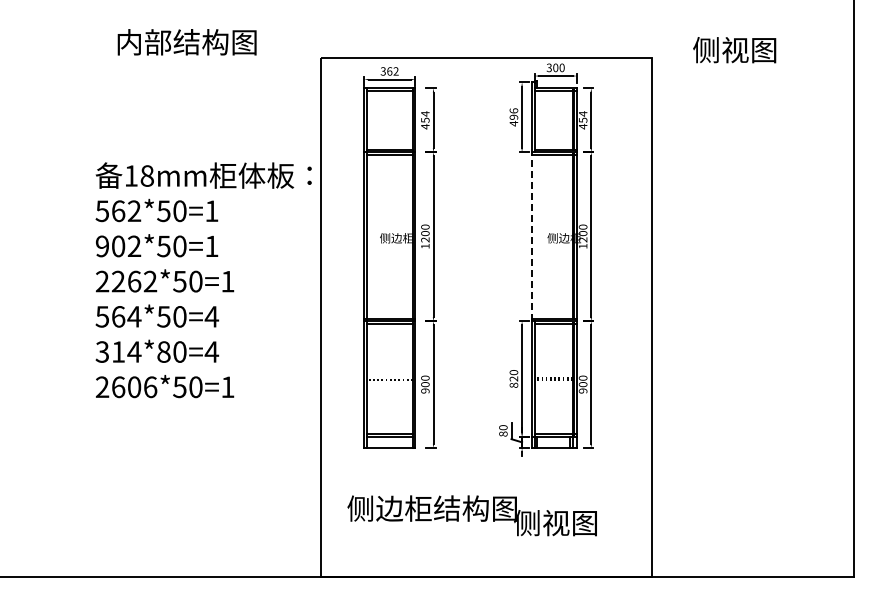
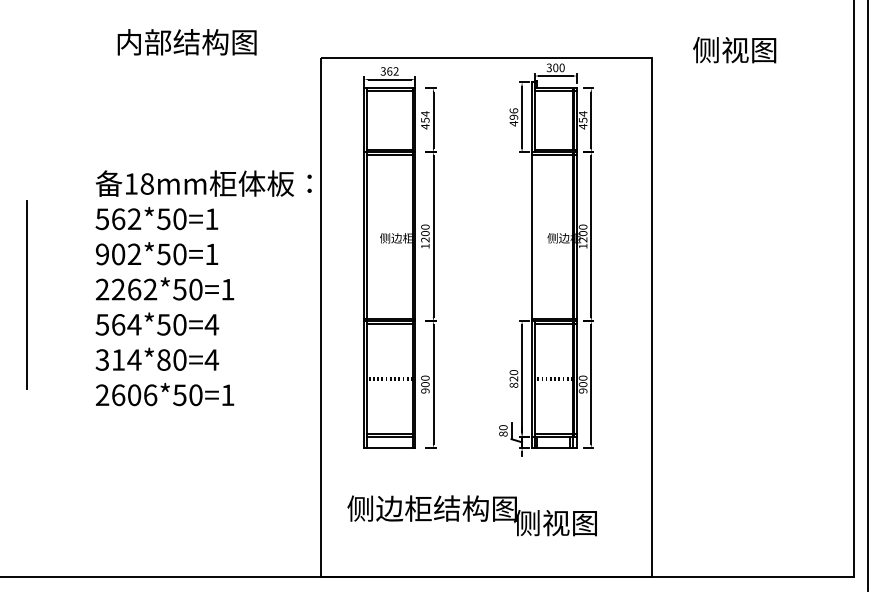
line at (531, 236): dashed -> solid
text at (203, 280) position: (203, 280) -> (203, 288)
line at (26, 294): none -> present
line at (868, 296): none -> present
line at (389, 377): none -> present
